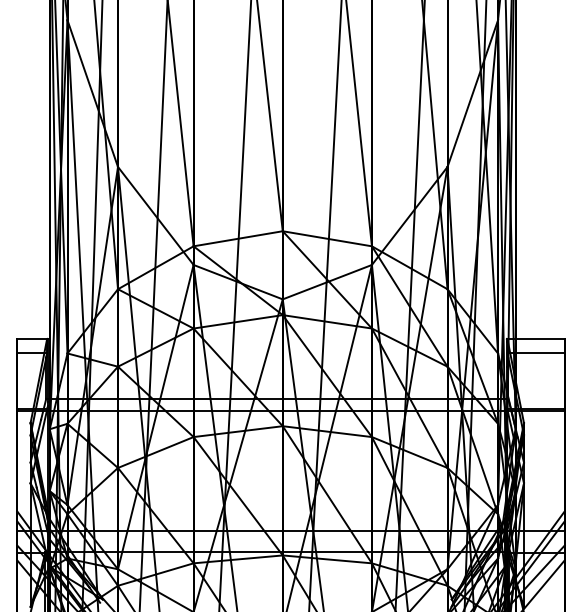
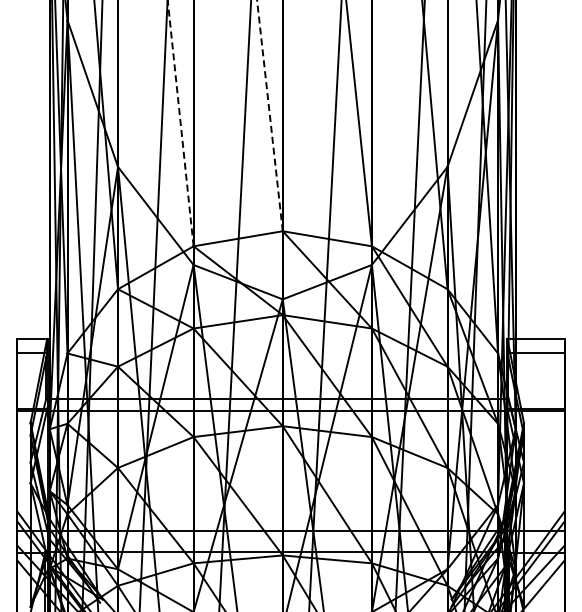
line at (269, 116): solid -> dashed
line at (180, 123): solid -> dashed
